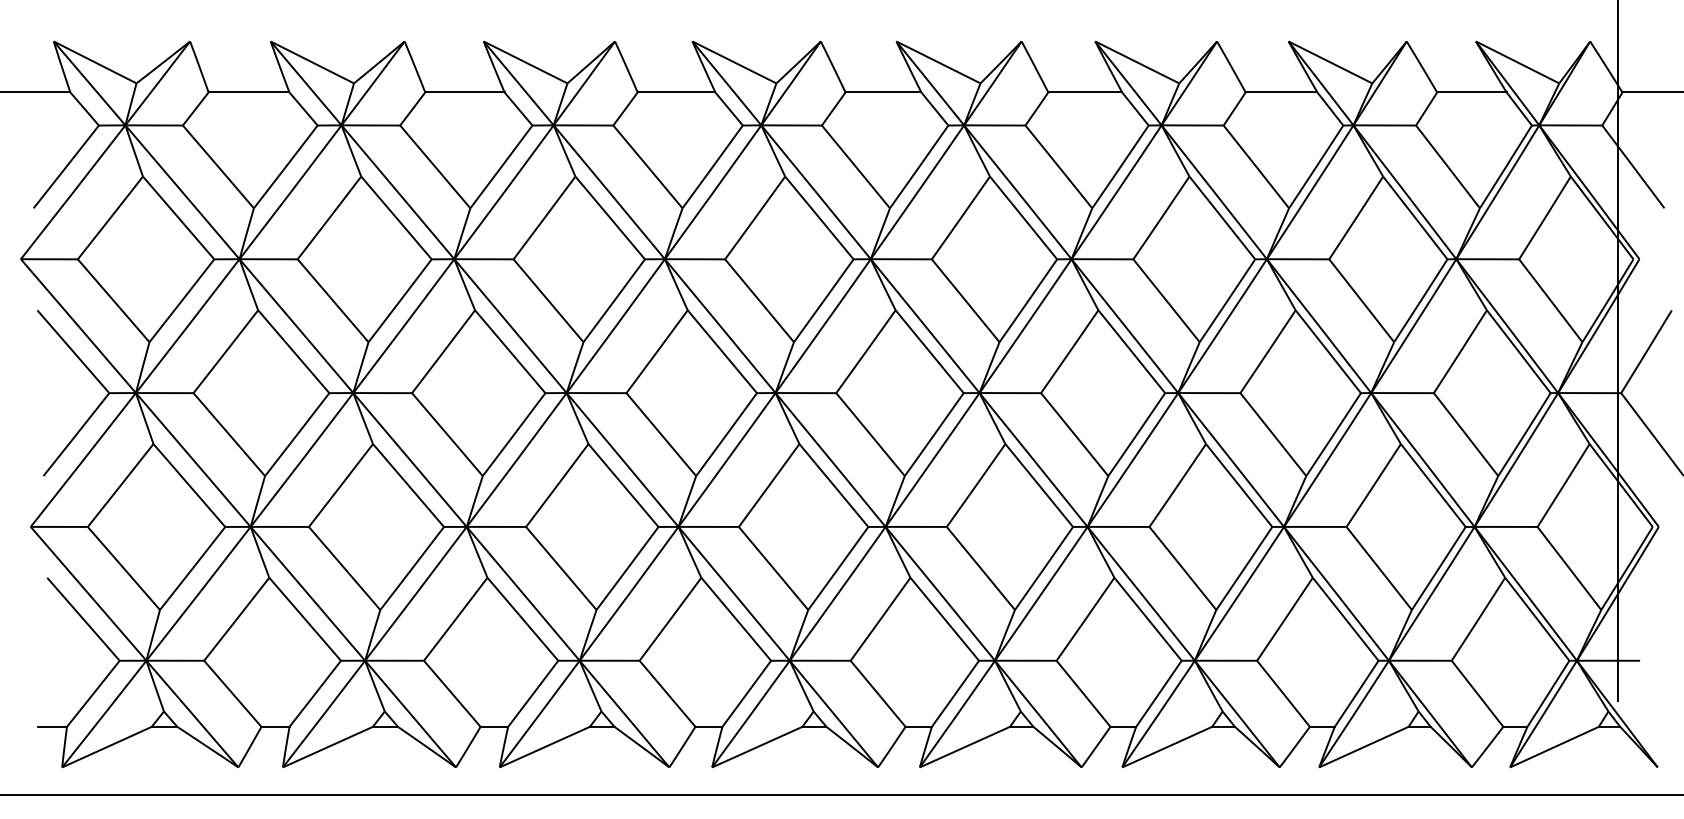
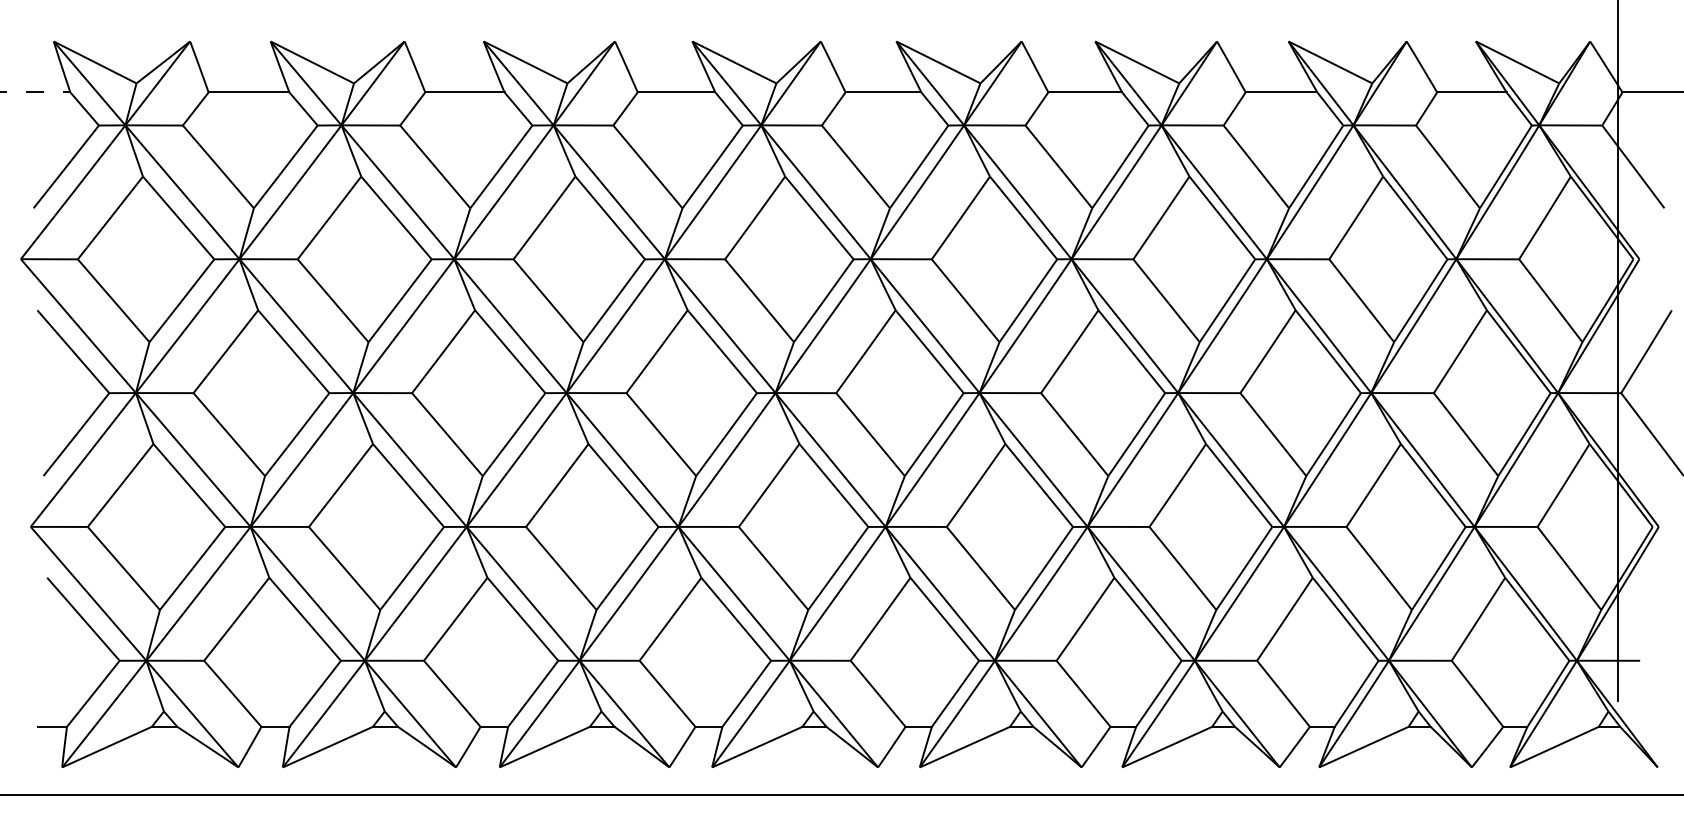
line at (35, 92): solid -> dashed
